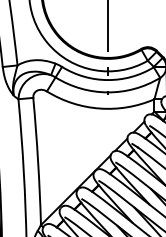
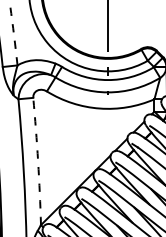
arc at (13, 32): solid -> dashed
arc at (38, 161): solid -> dashed
